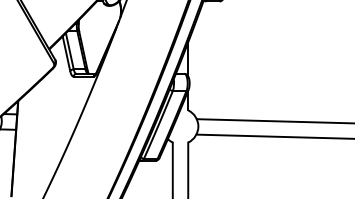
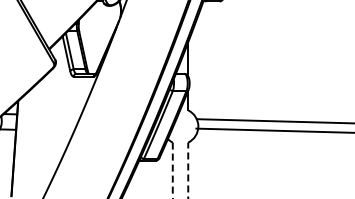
line at (273, 136) position: (273, 136) -> (273, 130)
line at (172, 170): solid -> dashed
line at (188, 170): solid -> dashed
